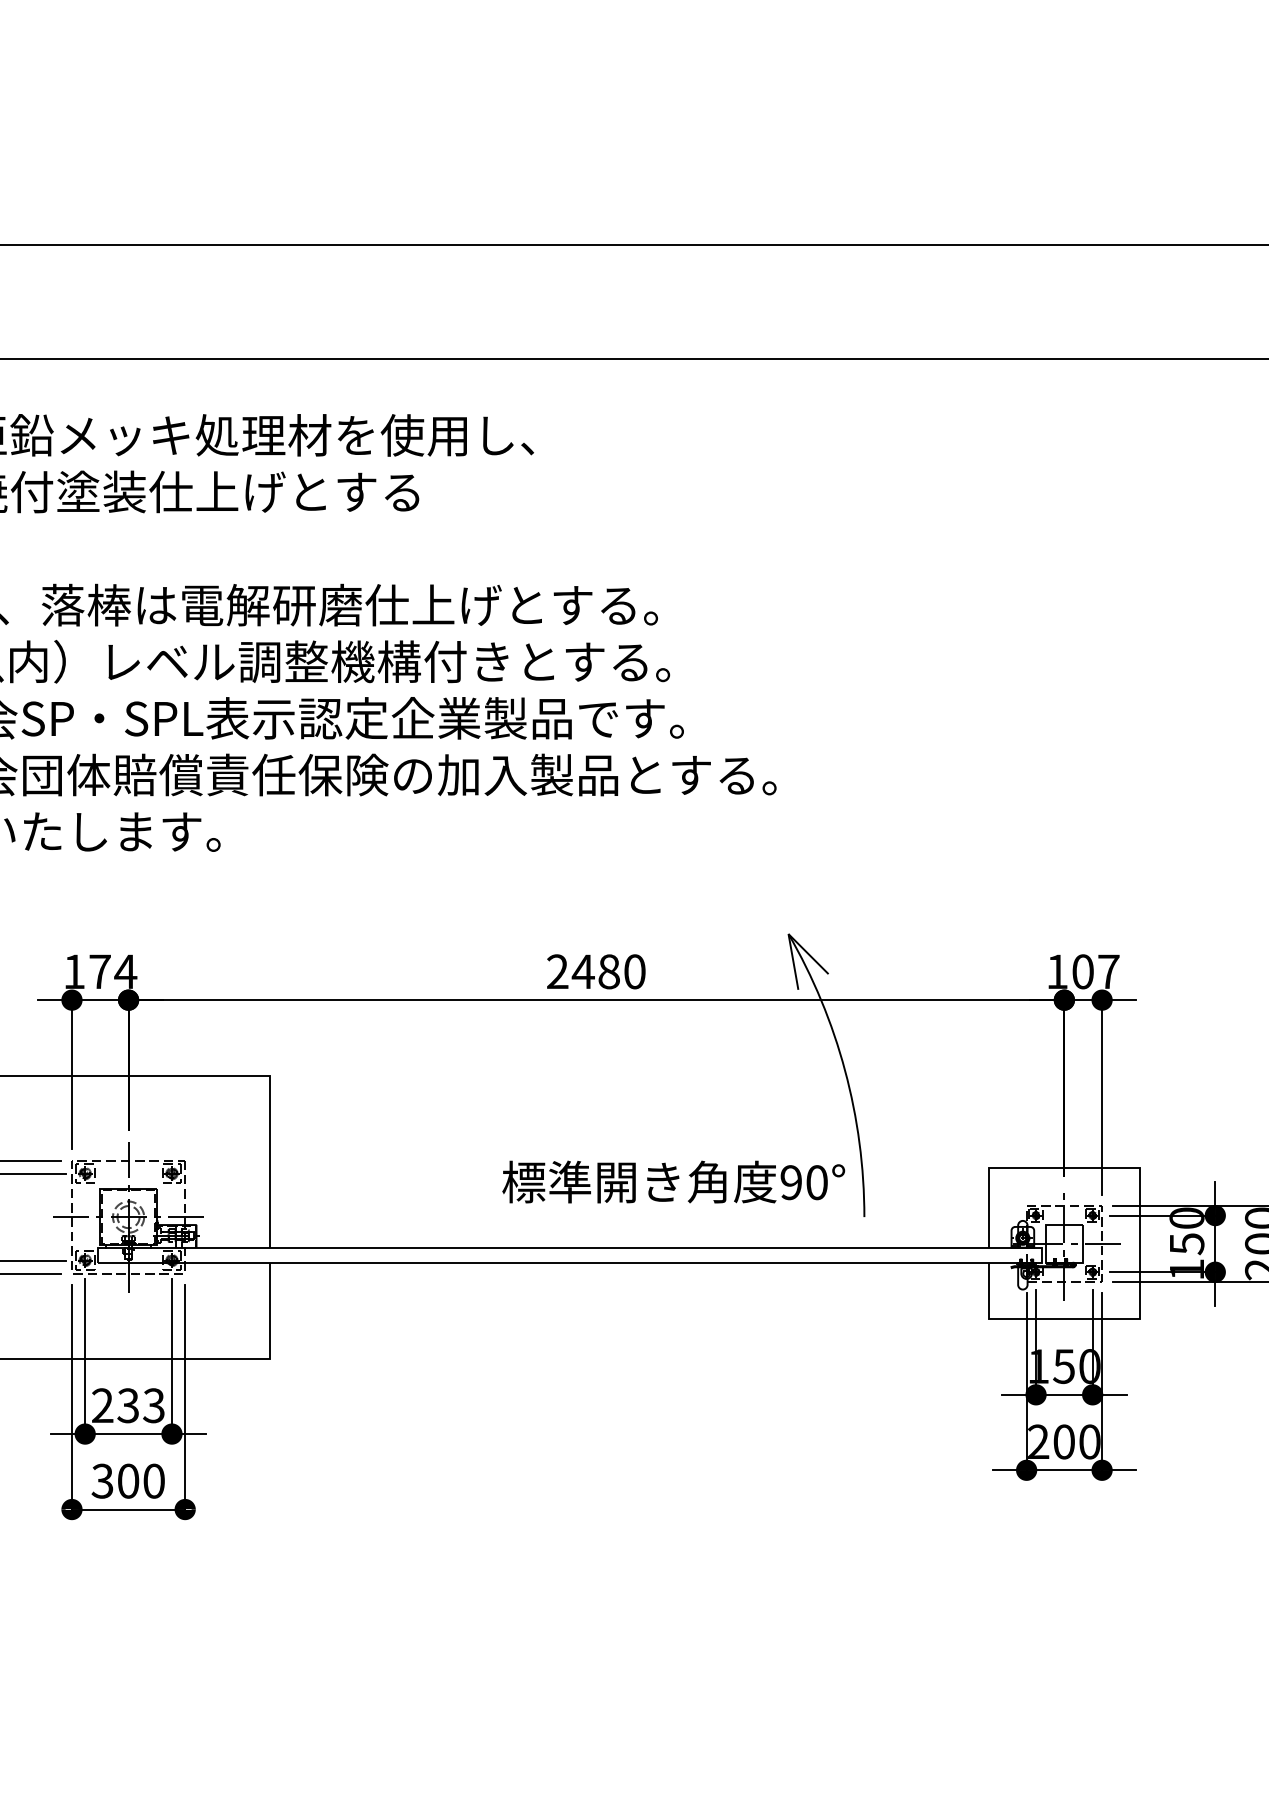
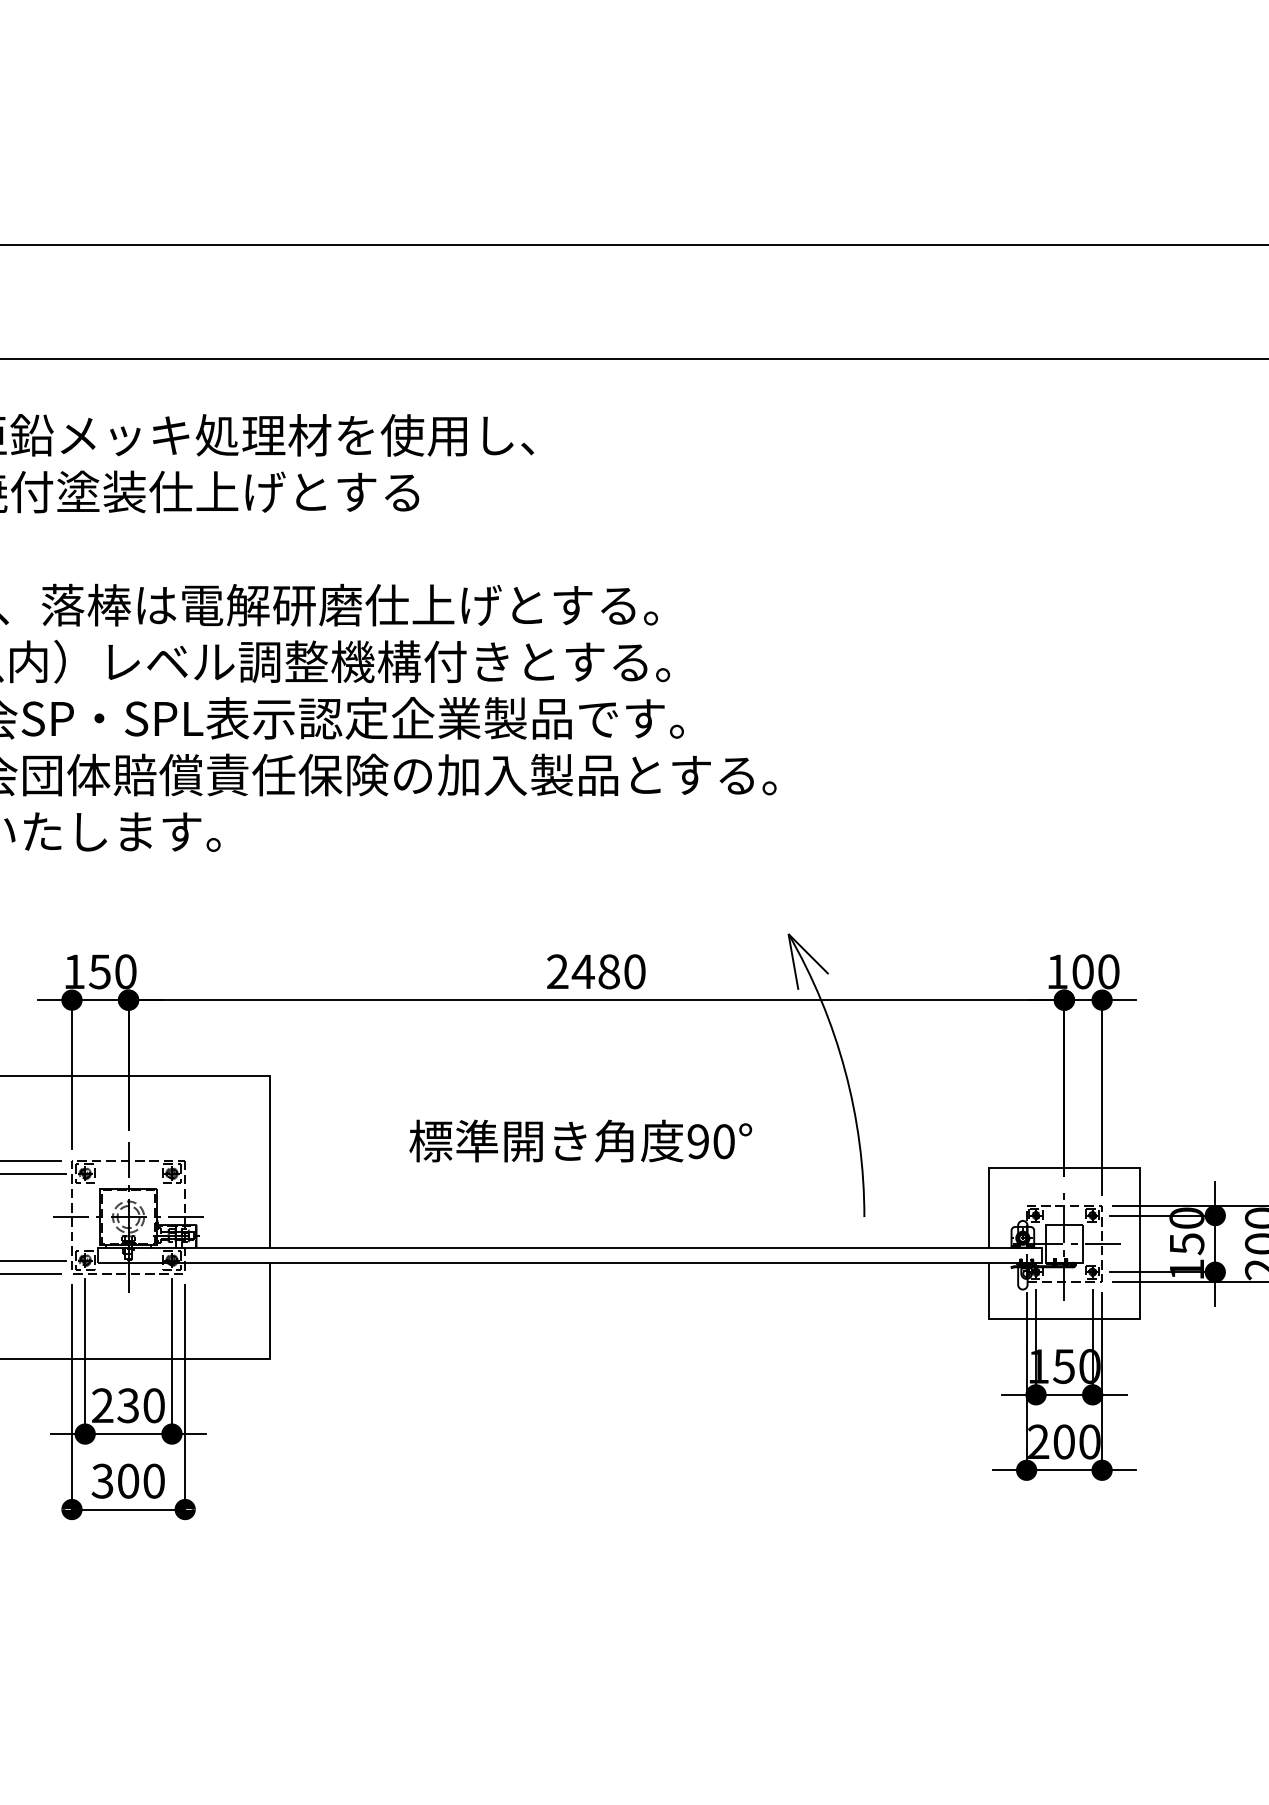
text at (113, 971): 174 -> 150
text at (1108, 971): 107 -> 100
text at (673, 1181) position: (673, 1181) -> (580, 1140)
text at (153, 1405): 233 -> 230
